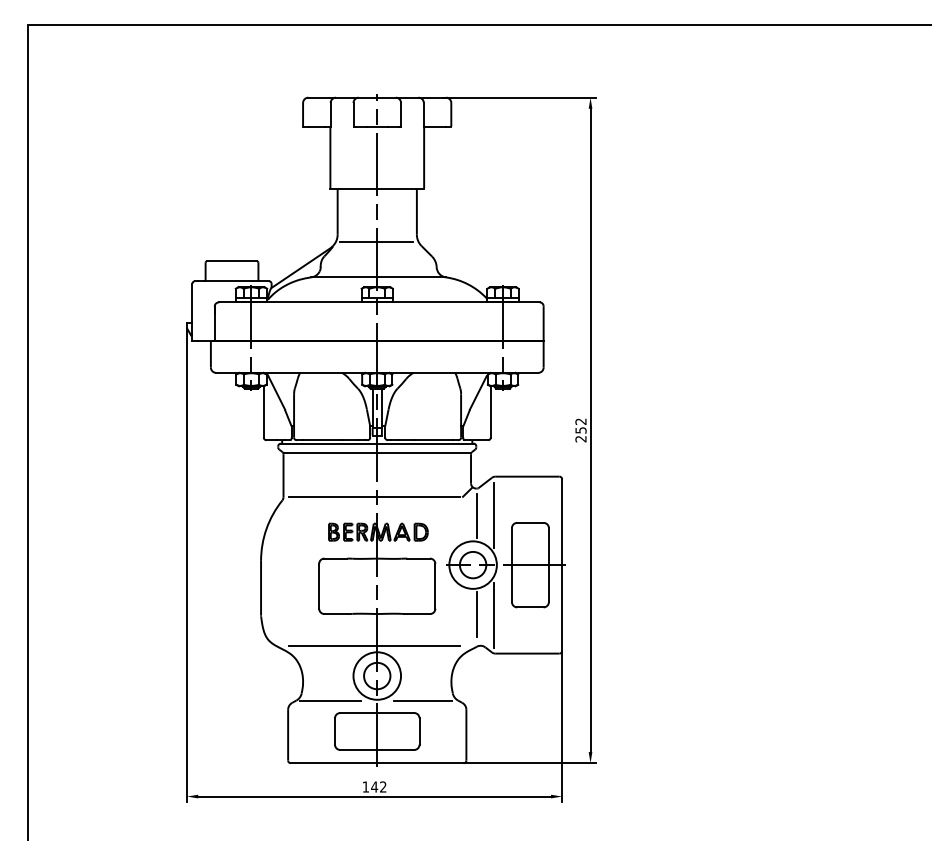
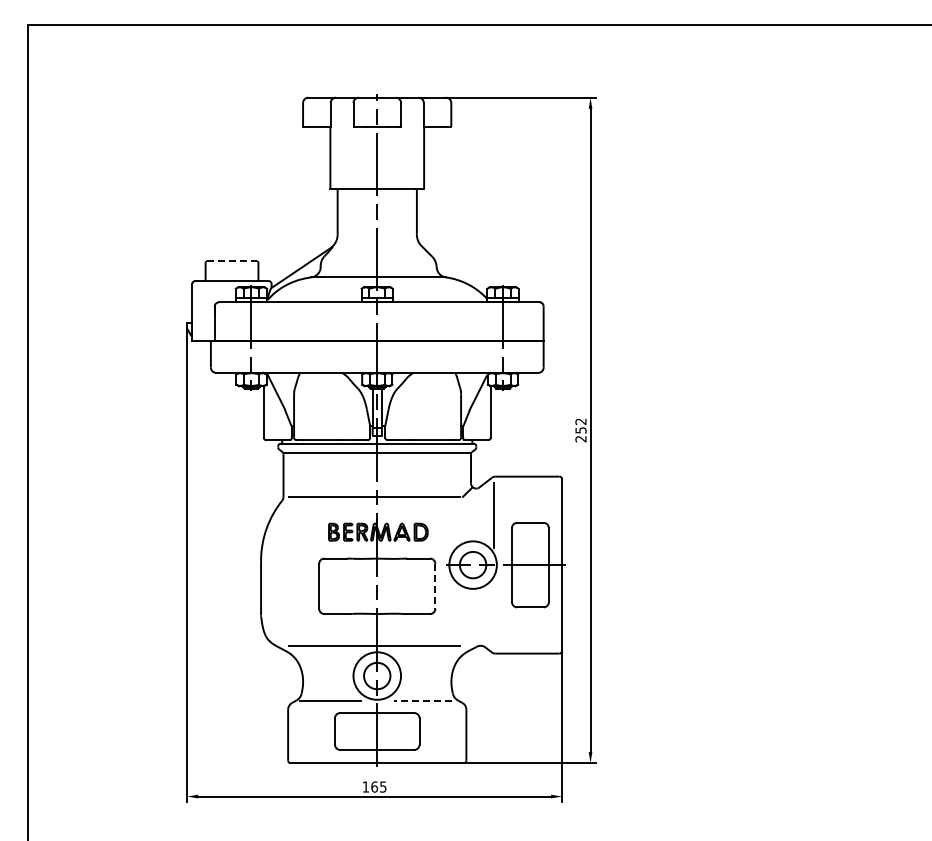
line at (376, 241): present -> none
line at (232, 261): solid -> dashed
line at (477, 515): present -> none
line at (435, 586): solid -> dashed
line at (477, 614): present -> none
line at (493, 614): present -> none
line at (422, 700): solid -> dashed
text at (378, 786): 142 -> 165
